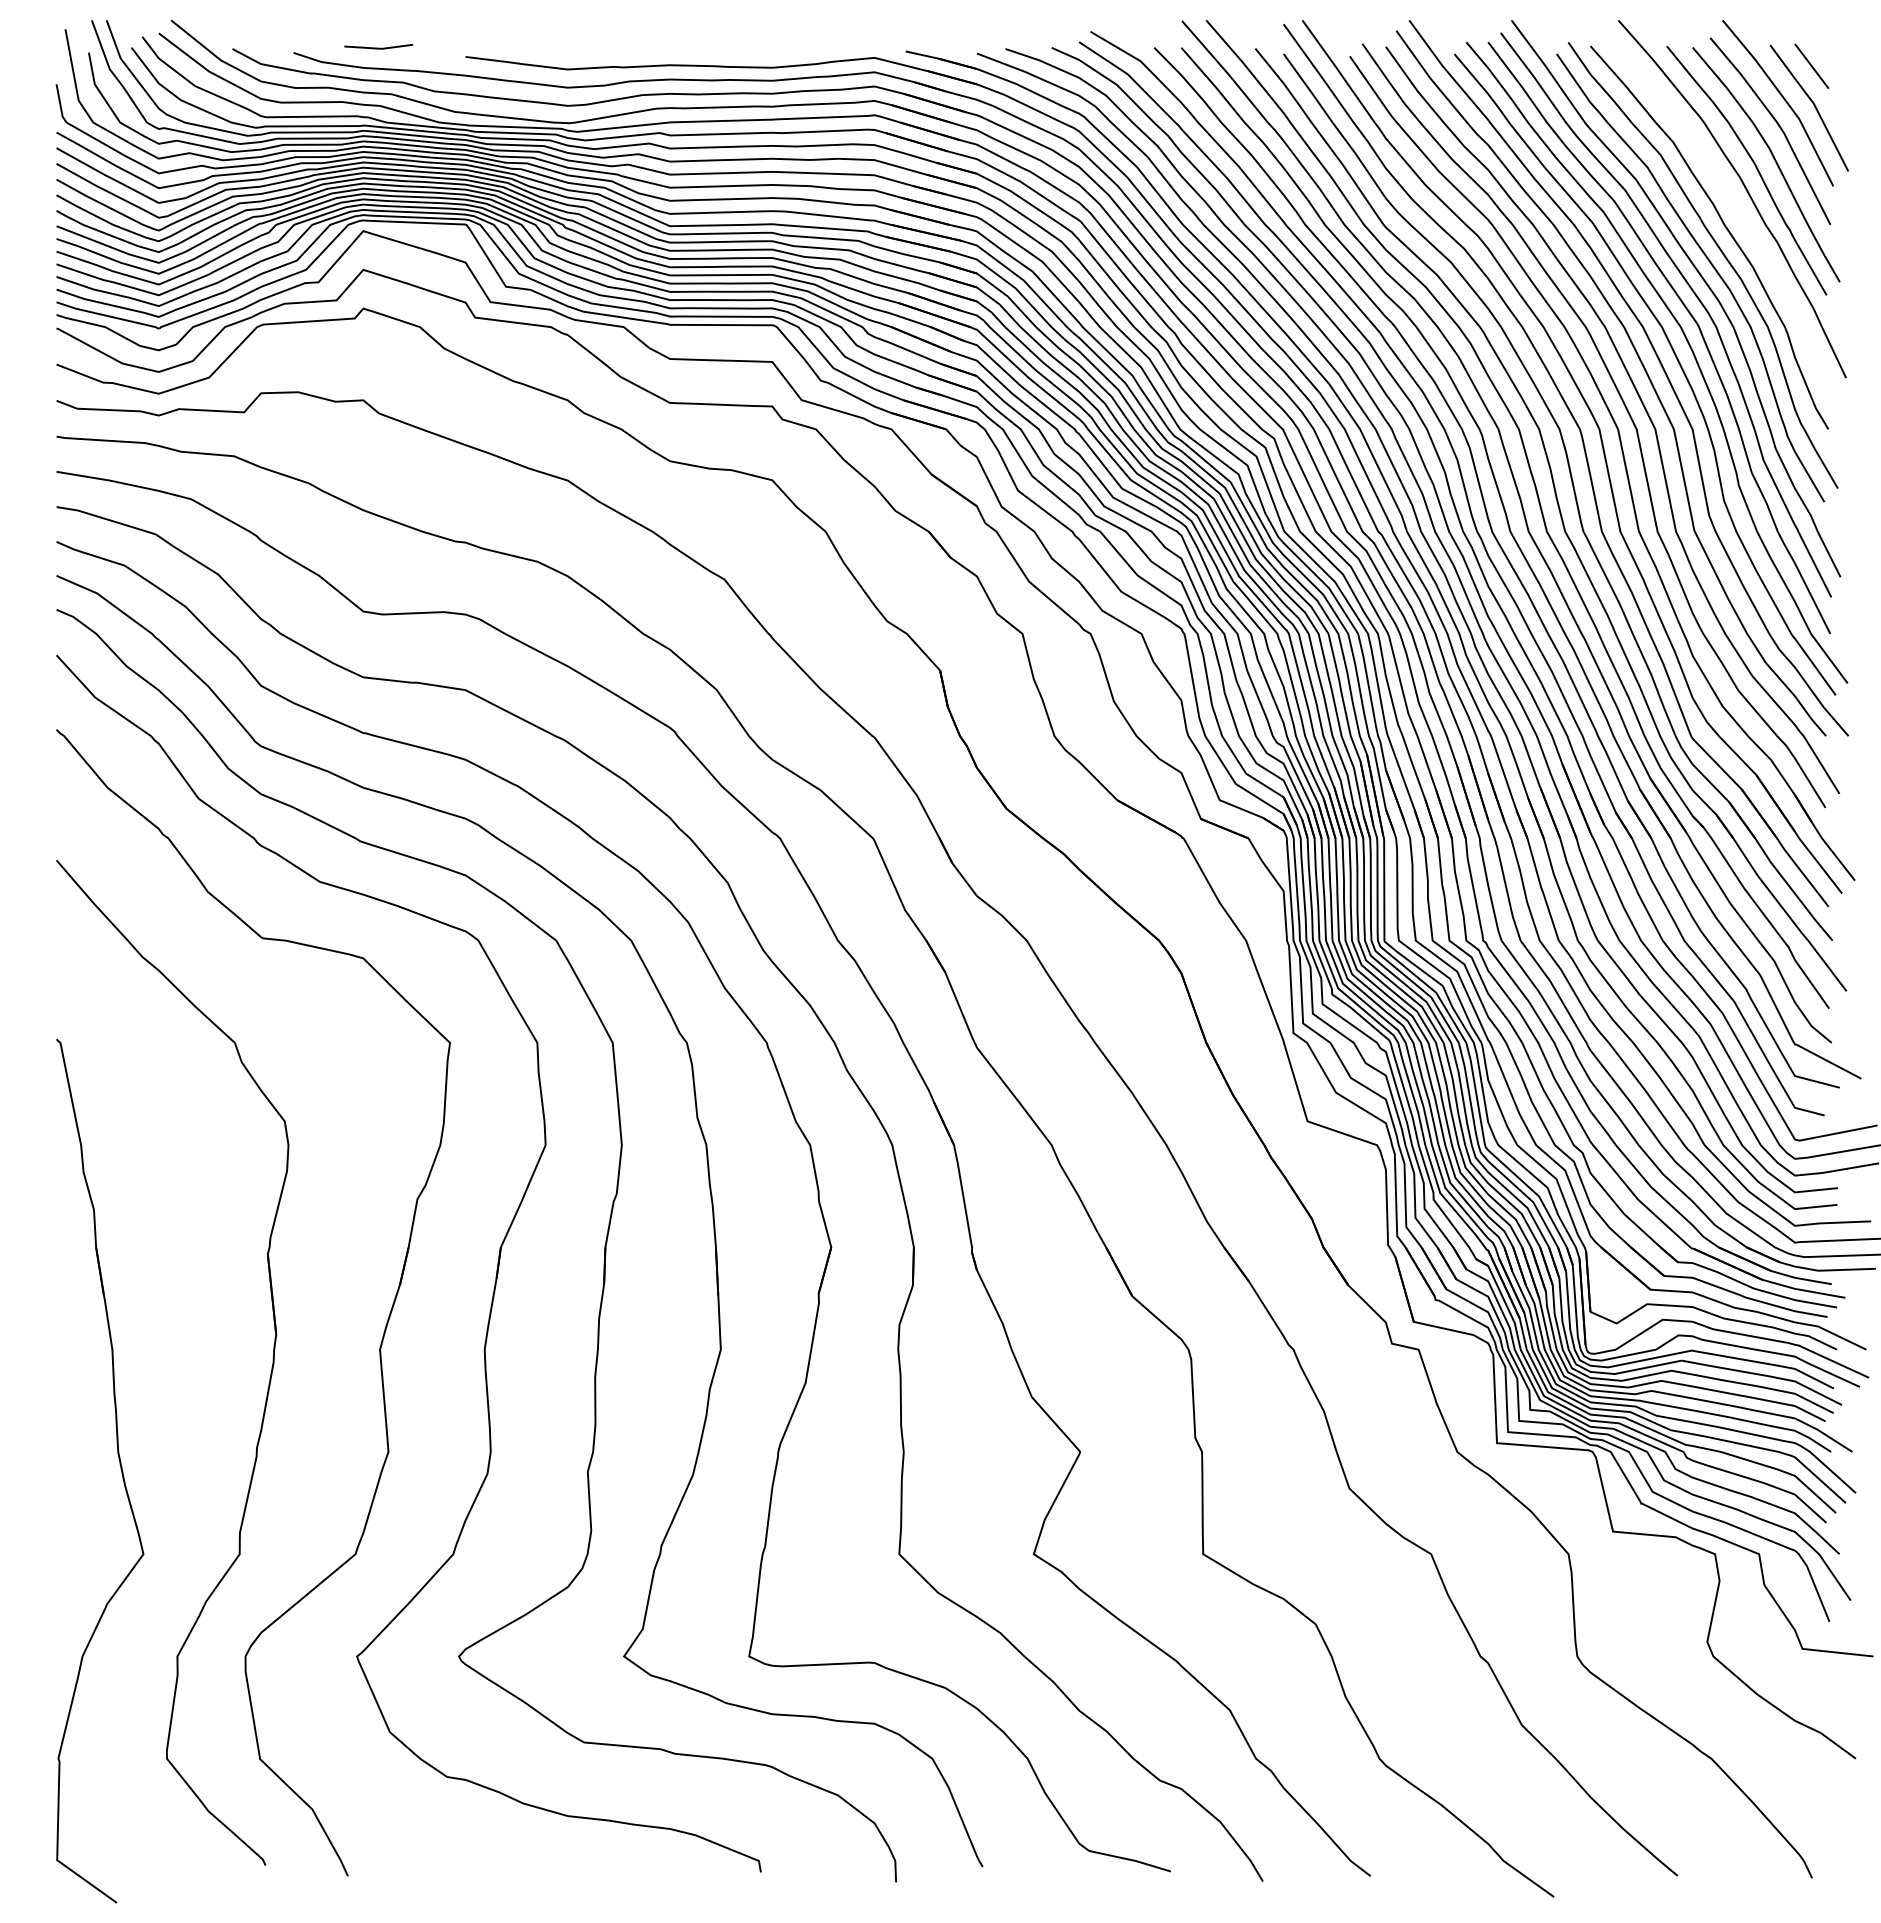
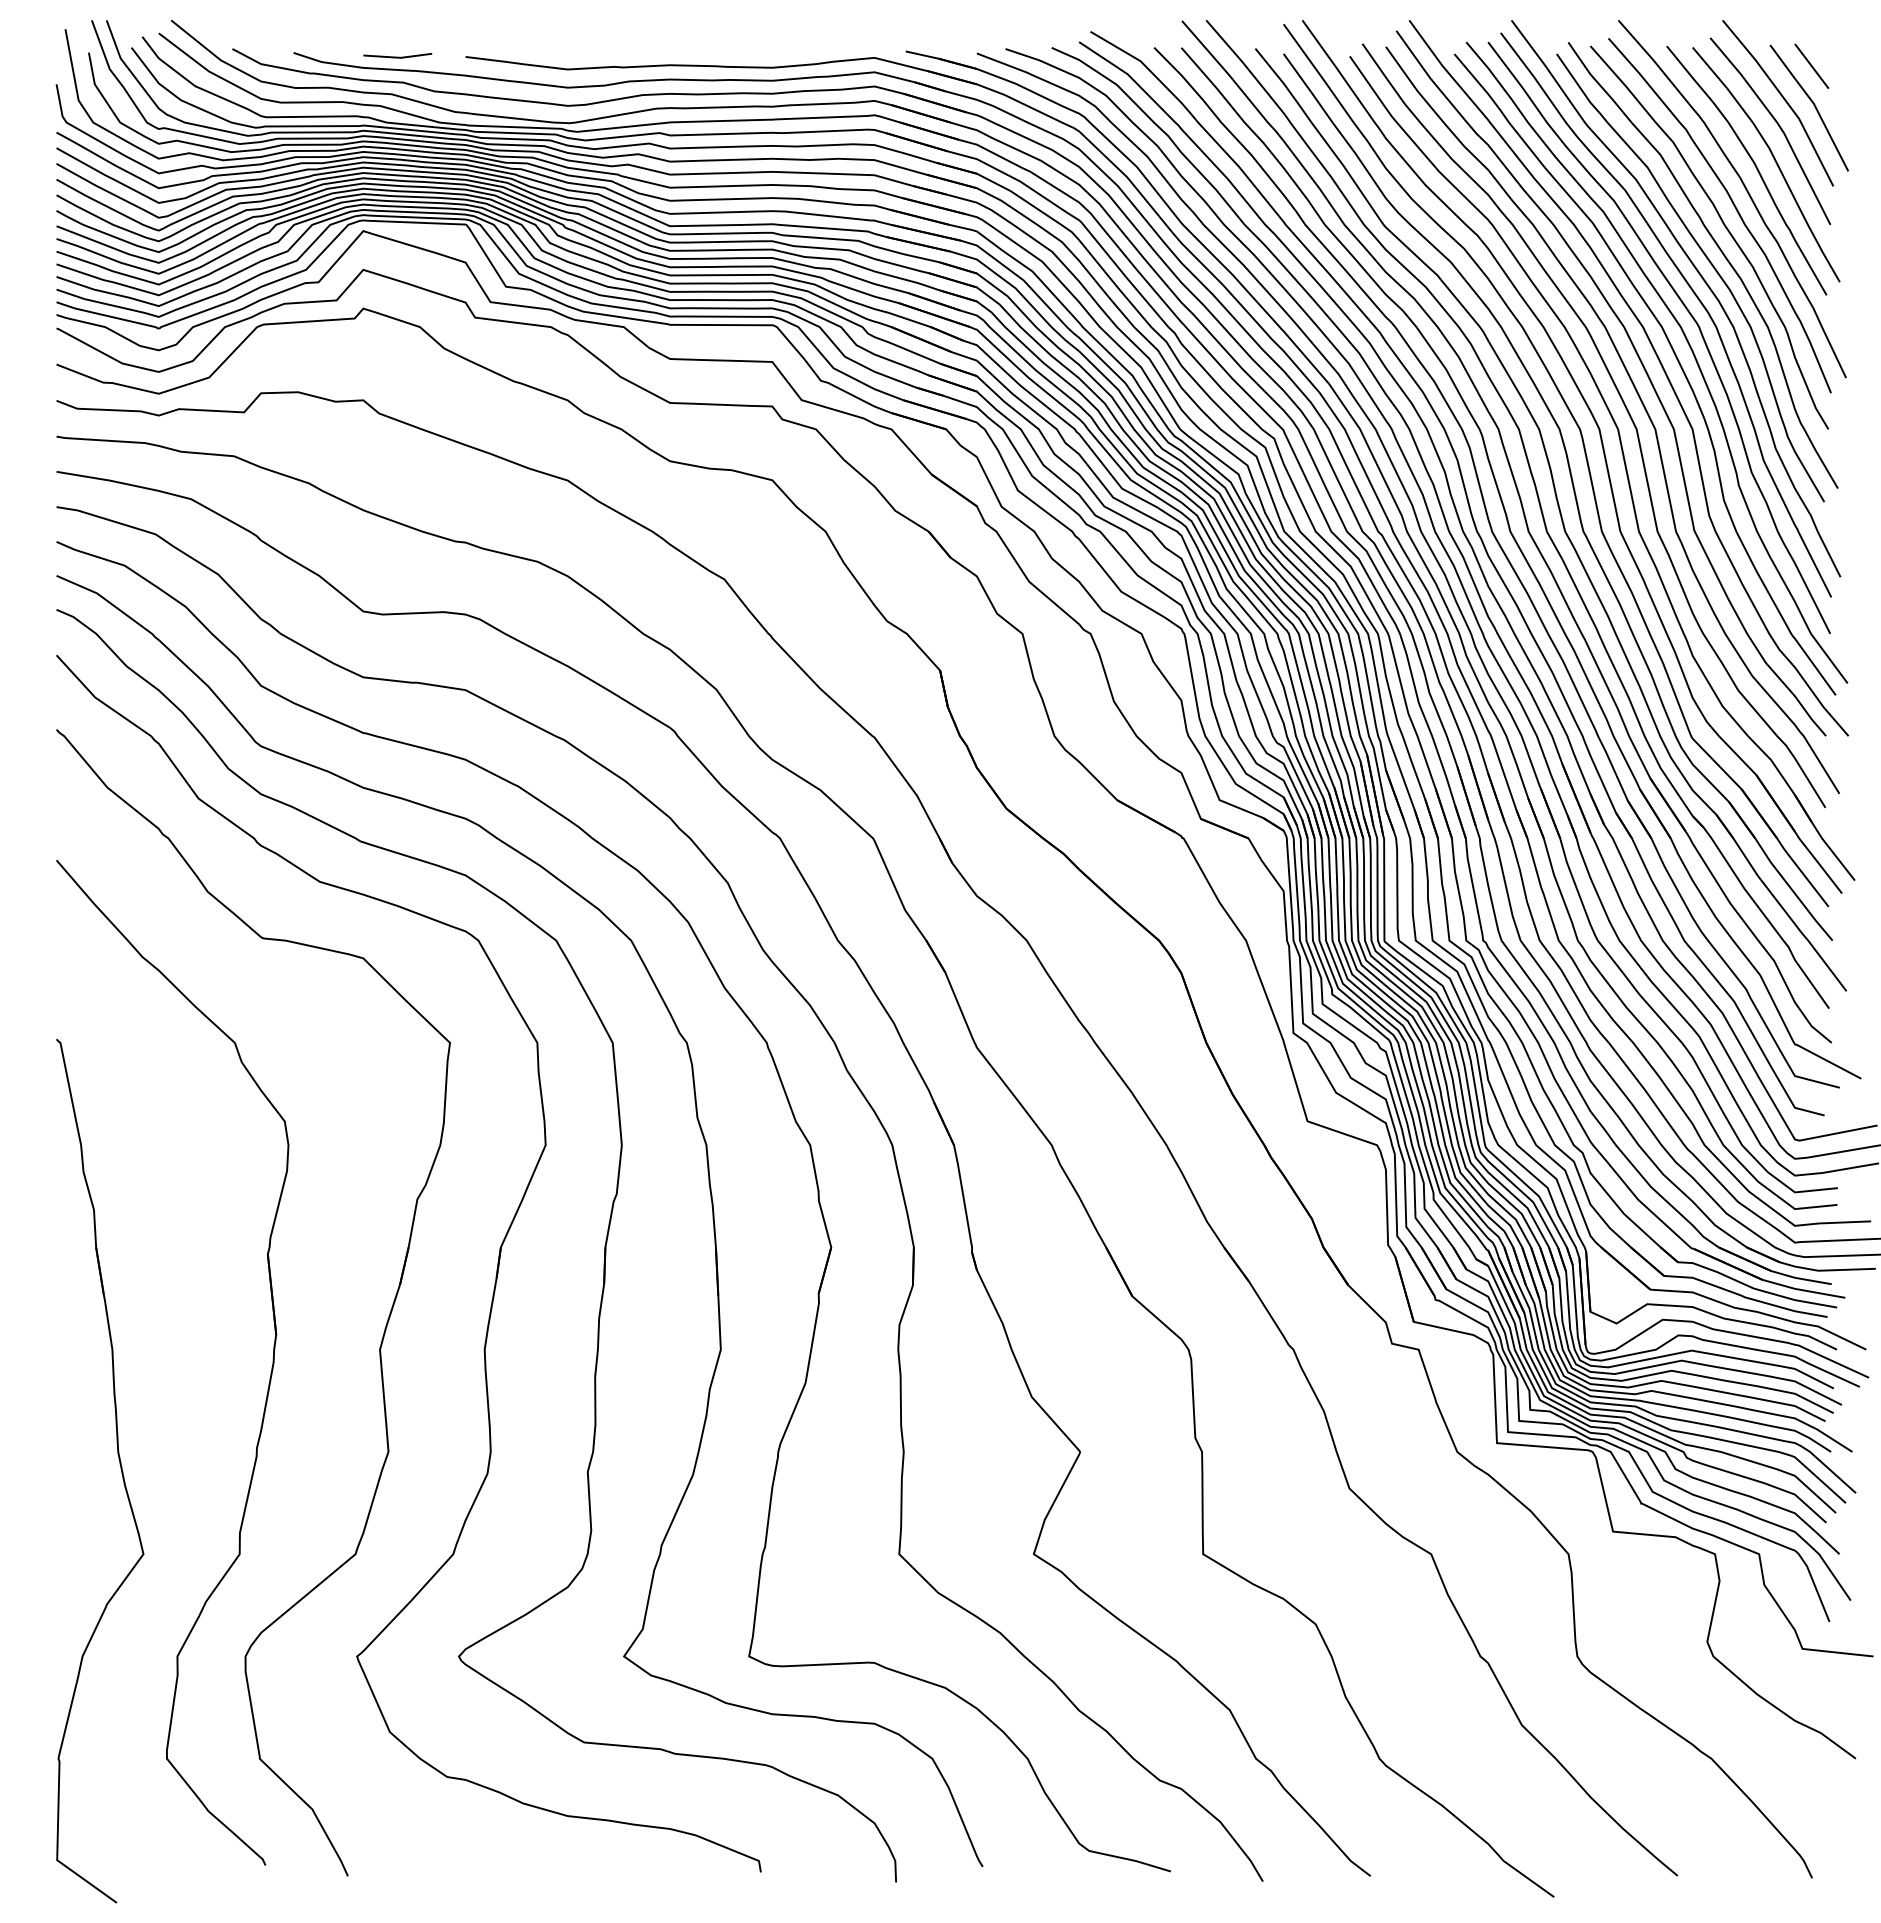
line at (378, 47) position: (378, 47) -> (397, 56)
curve at (1734, 207): none -> present
